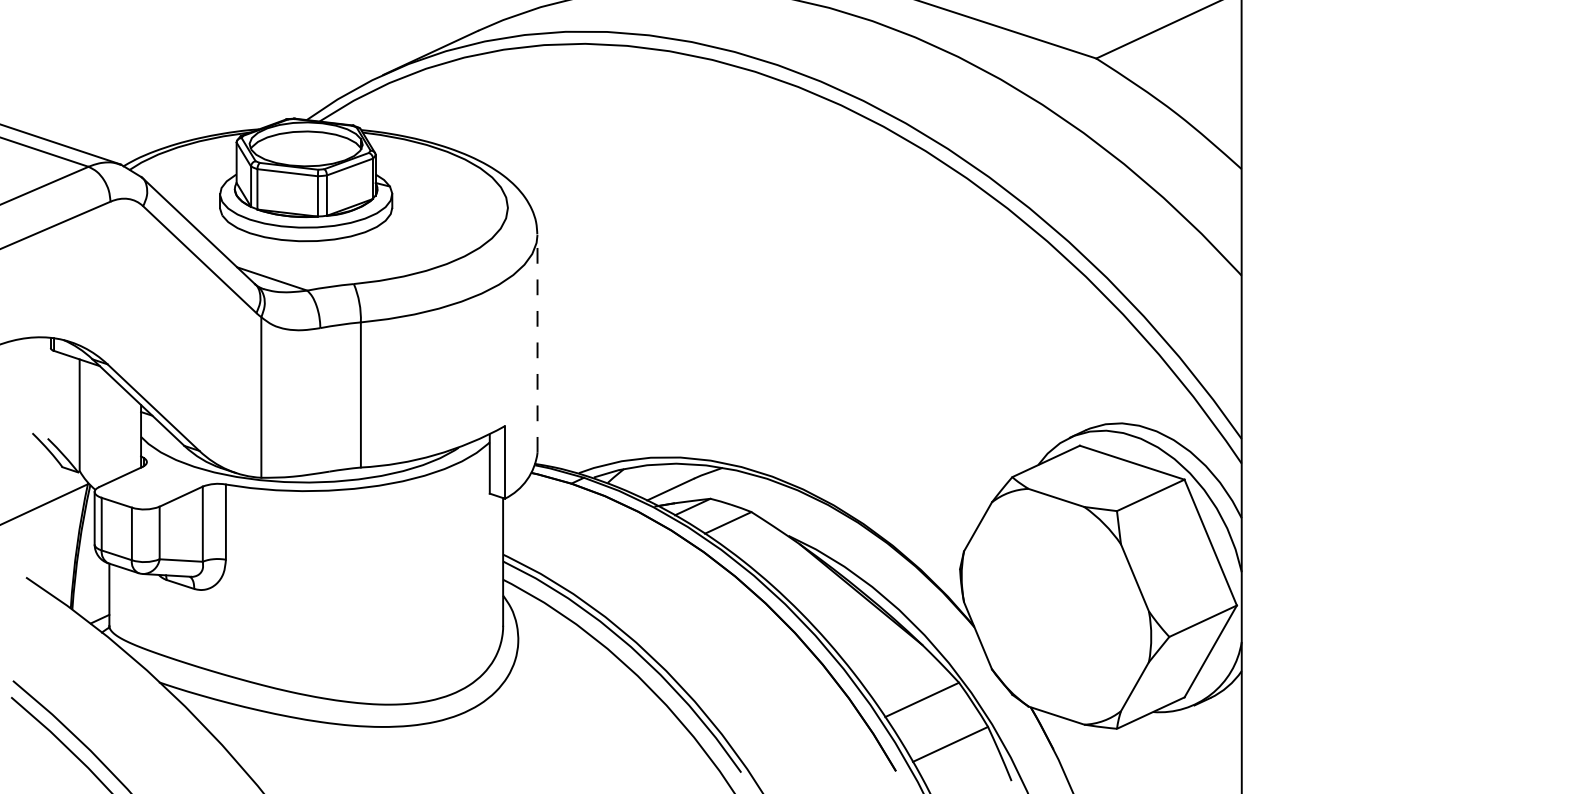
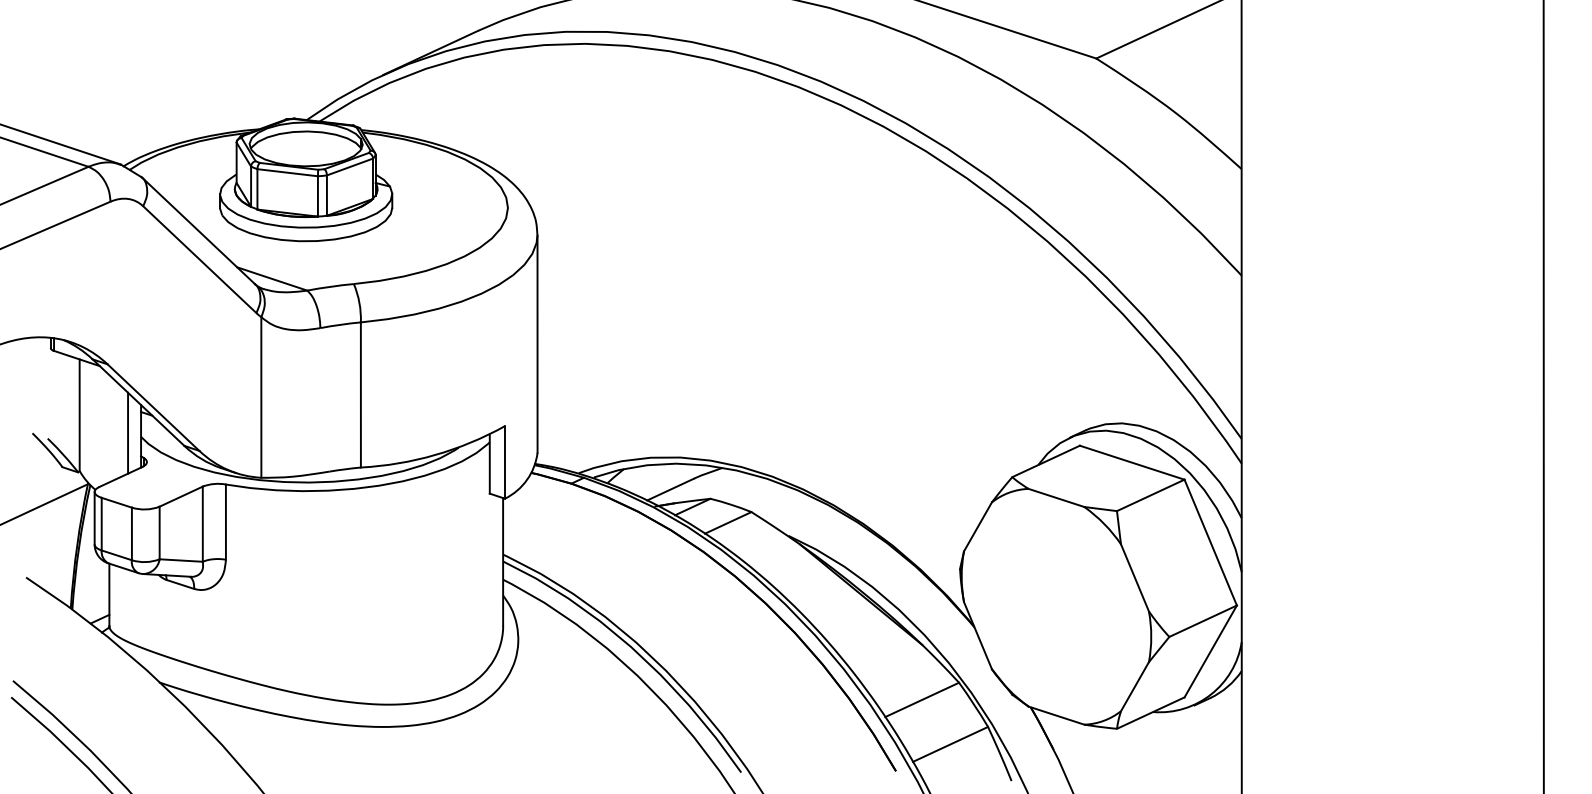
line at (537, 343): dashed -> solid
line at (1543, 396): none -> present
line at (128, 432): none -> present
